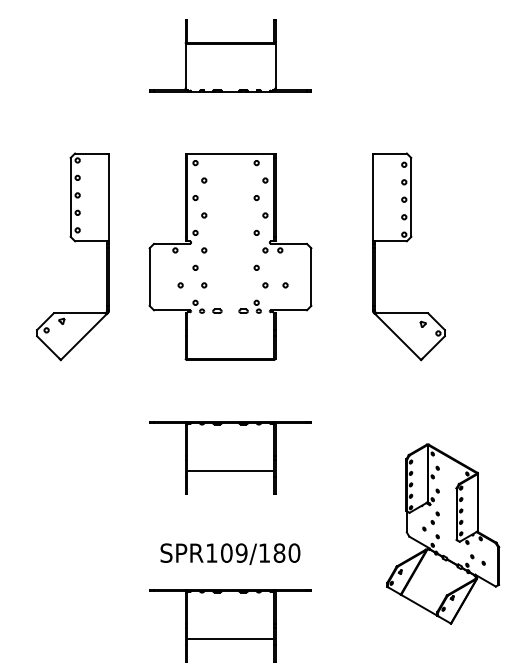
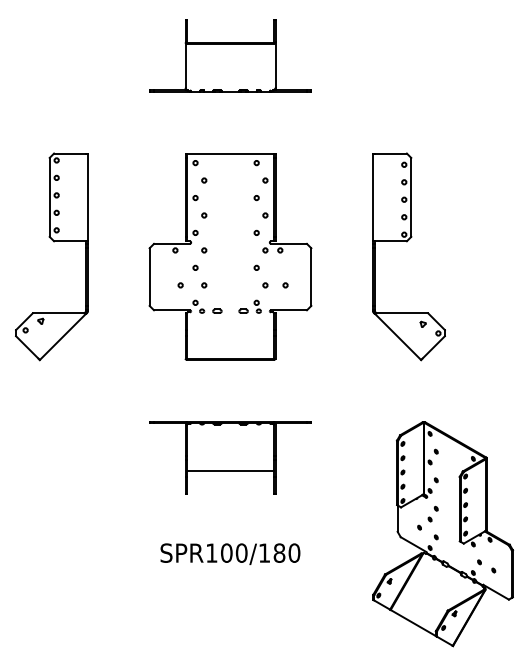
part at (74, 242) position: (74, 242) -> (53, 242)
part at (443, 533) size: 115x182 px -> 143x227 px
text at (241, 552): SPR109/180 -> SPR100/180
part at (230, 625): present -> none
